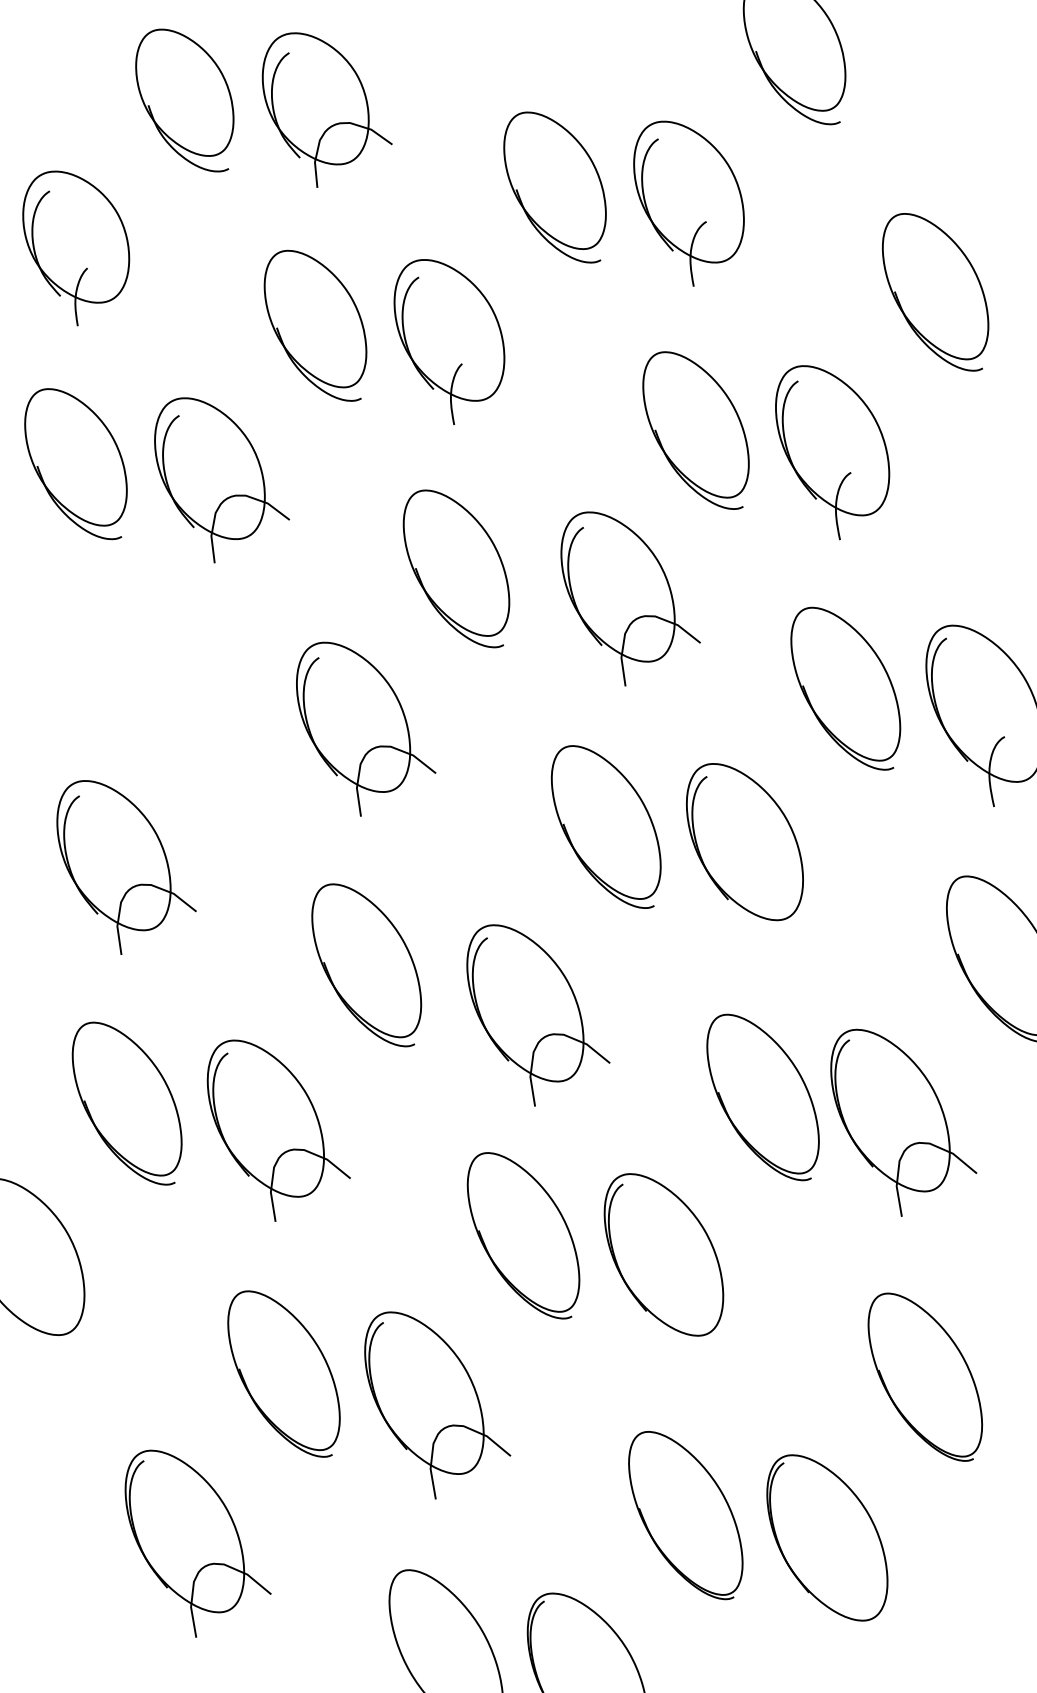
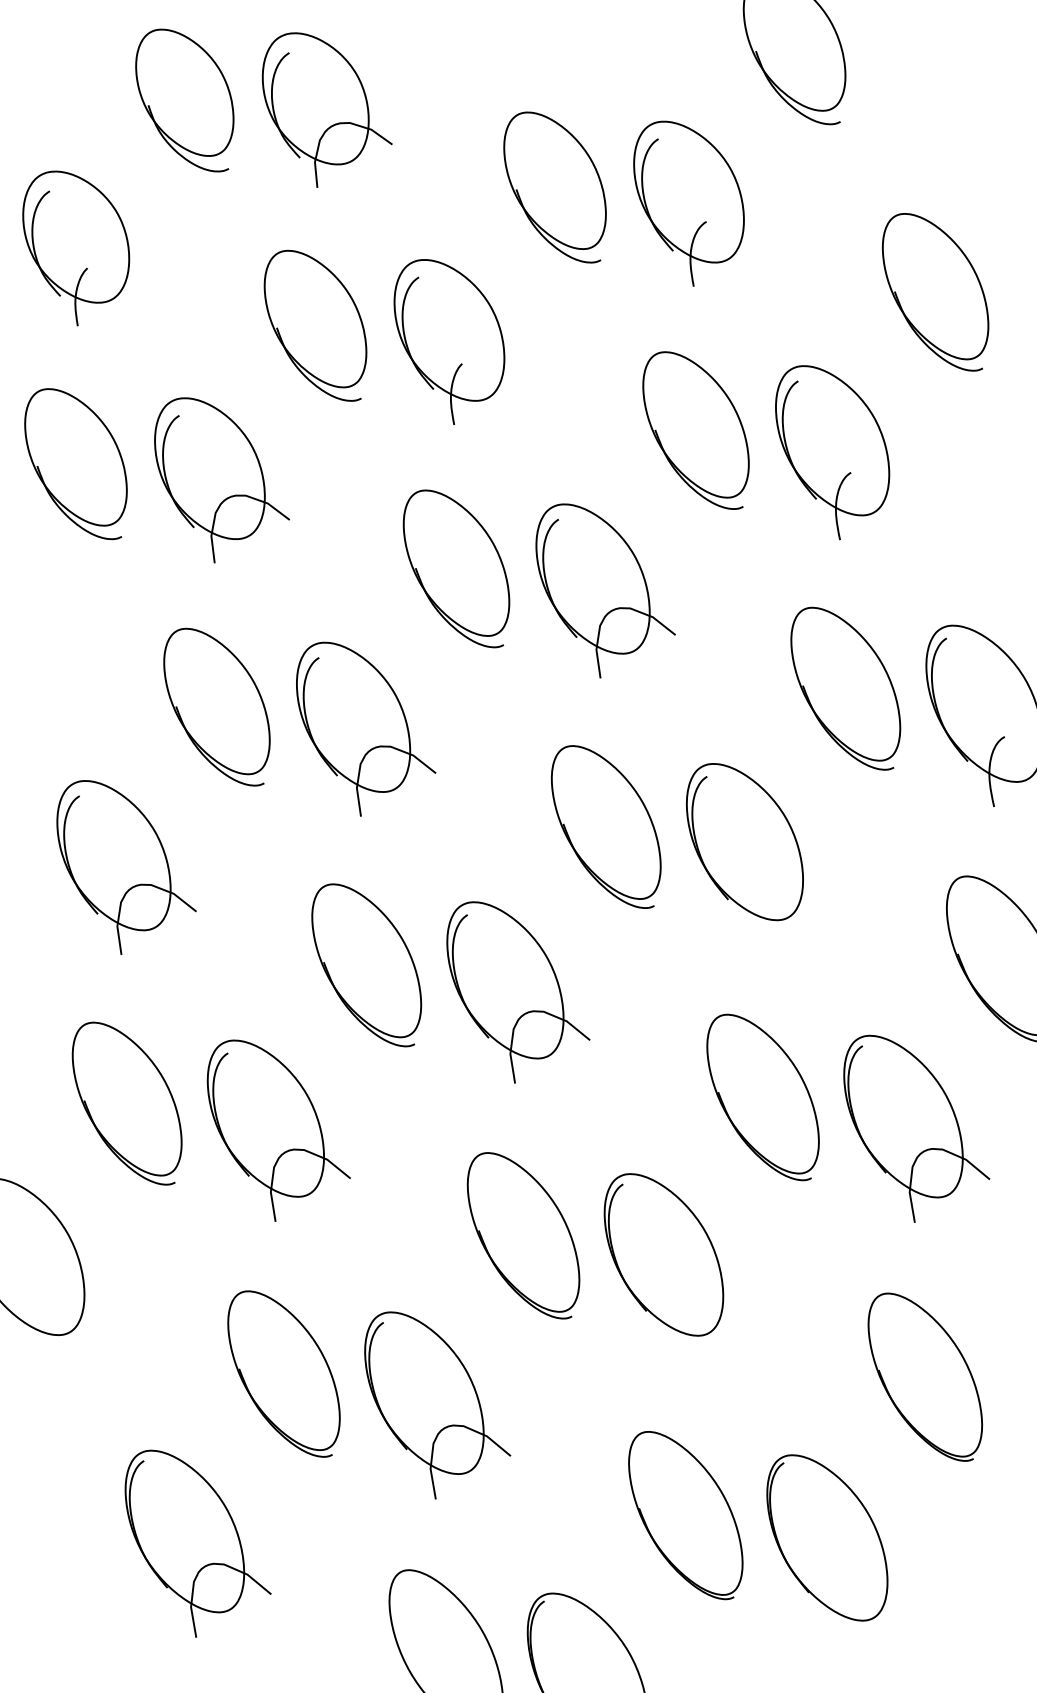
part at (630, 598) position: (630, 598) -> (605, 590)
part at (216, 706): none -> present
part at (538, 1015) position: (538, 1015) -> (518, 992)
part at (903, 1122) position: (903, 1122) -> (916, 1128)
